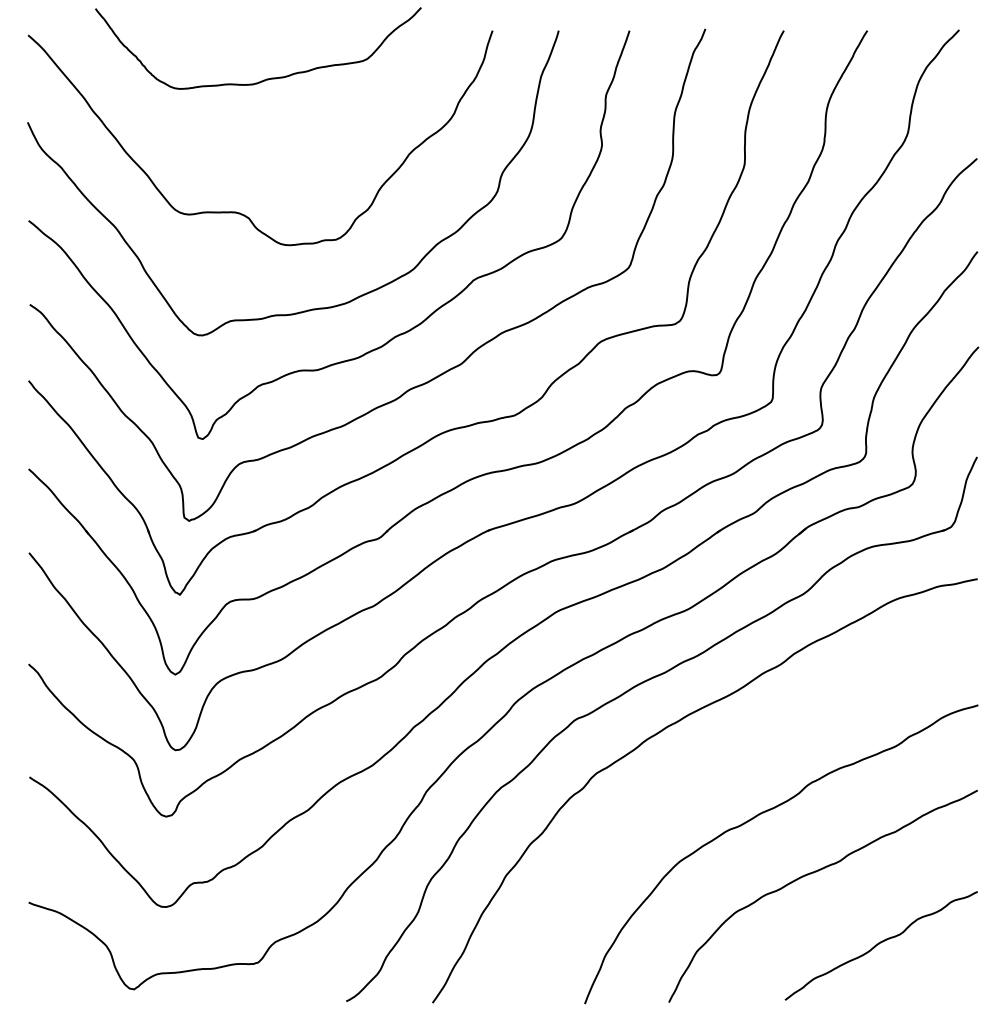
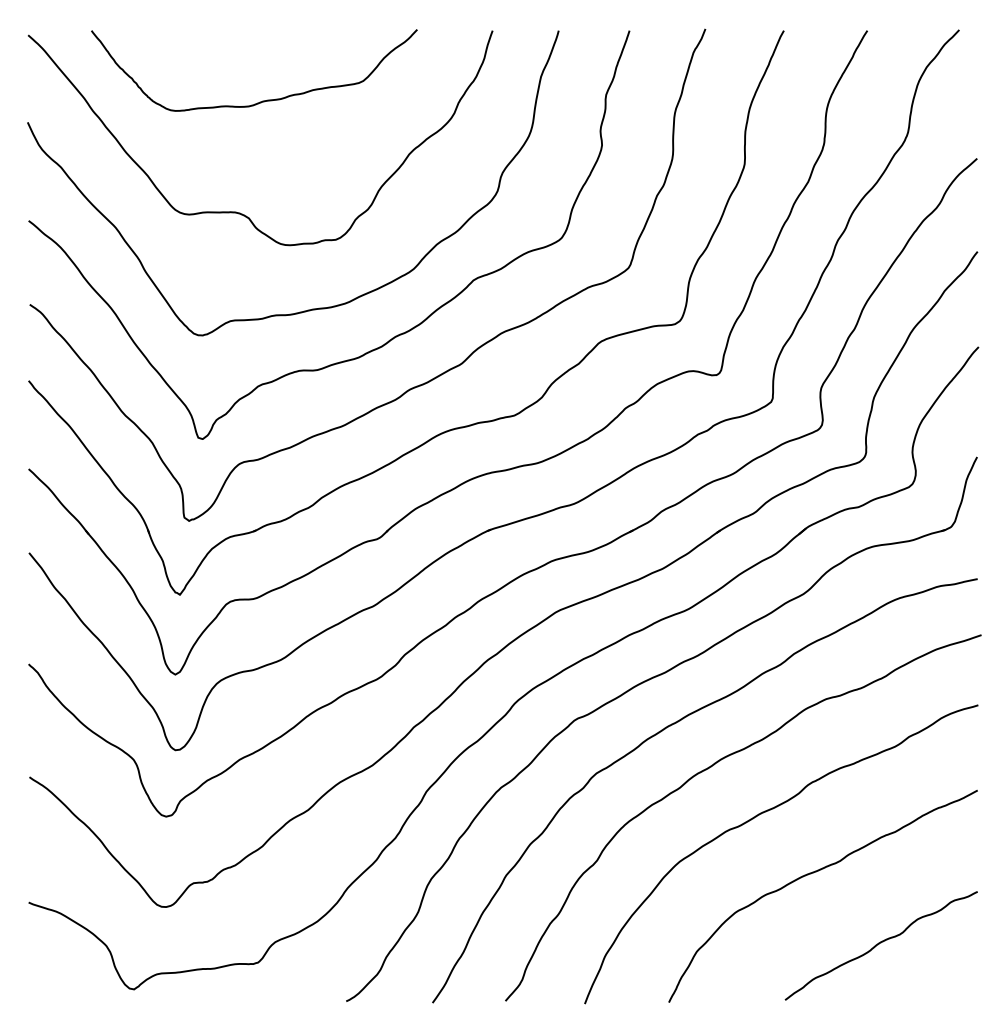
curve at (266, 78) position: (266, 78) -> (262, 100)
curve at (711, 767): none -> present
